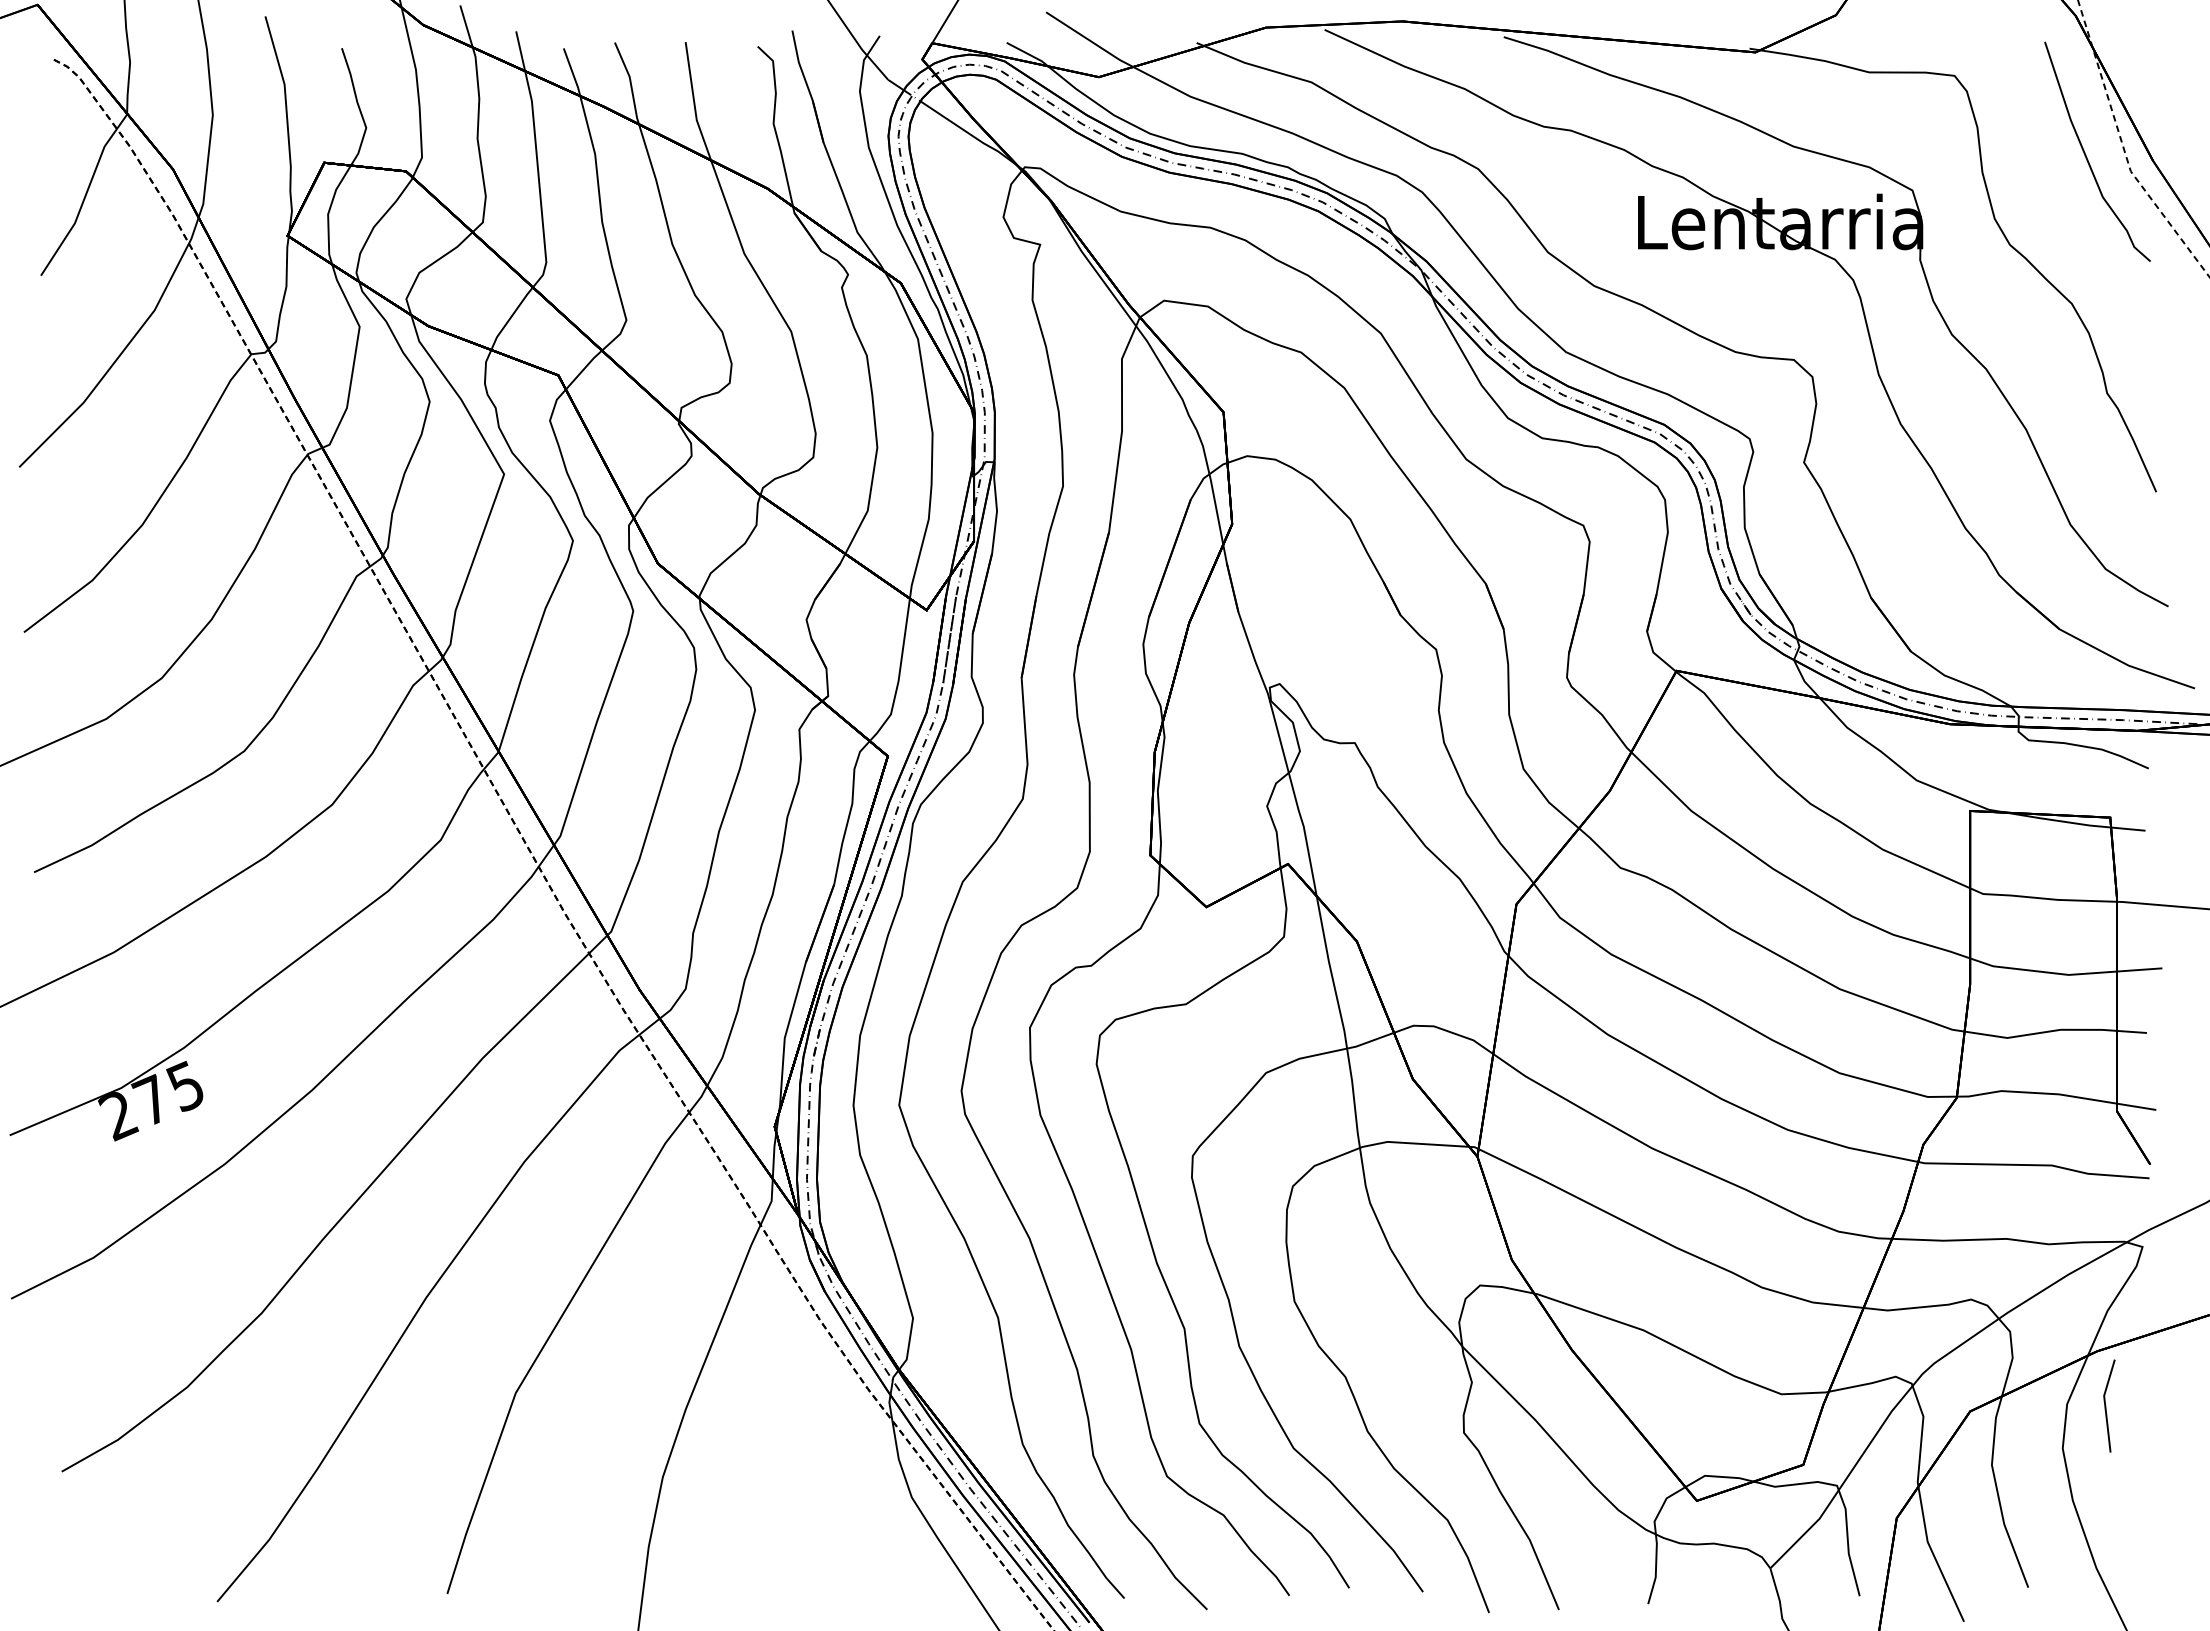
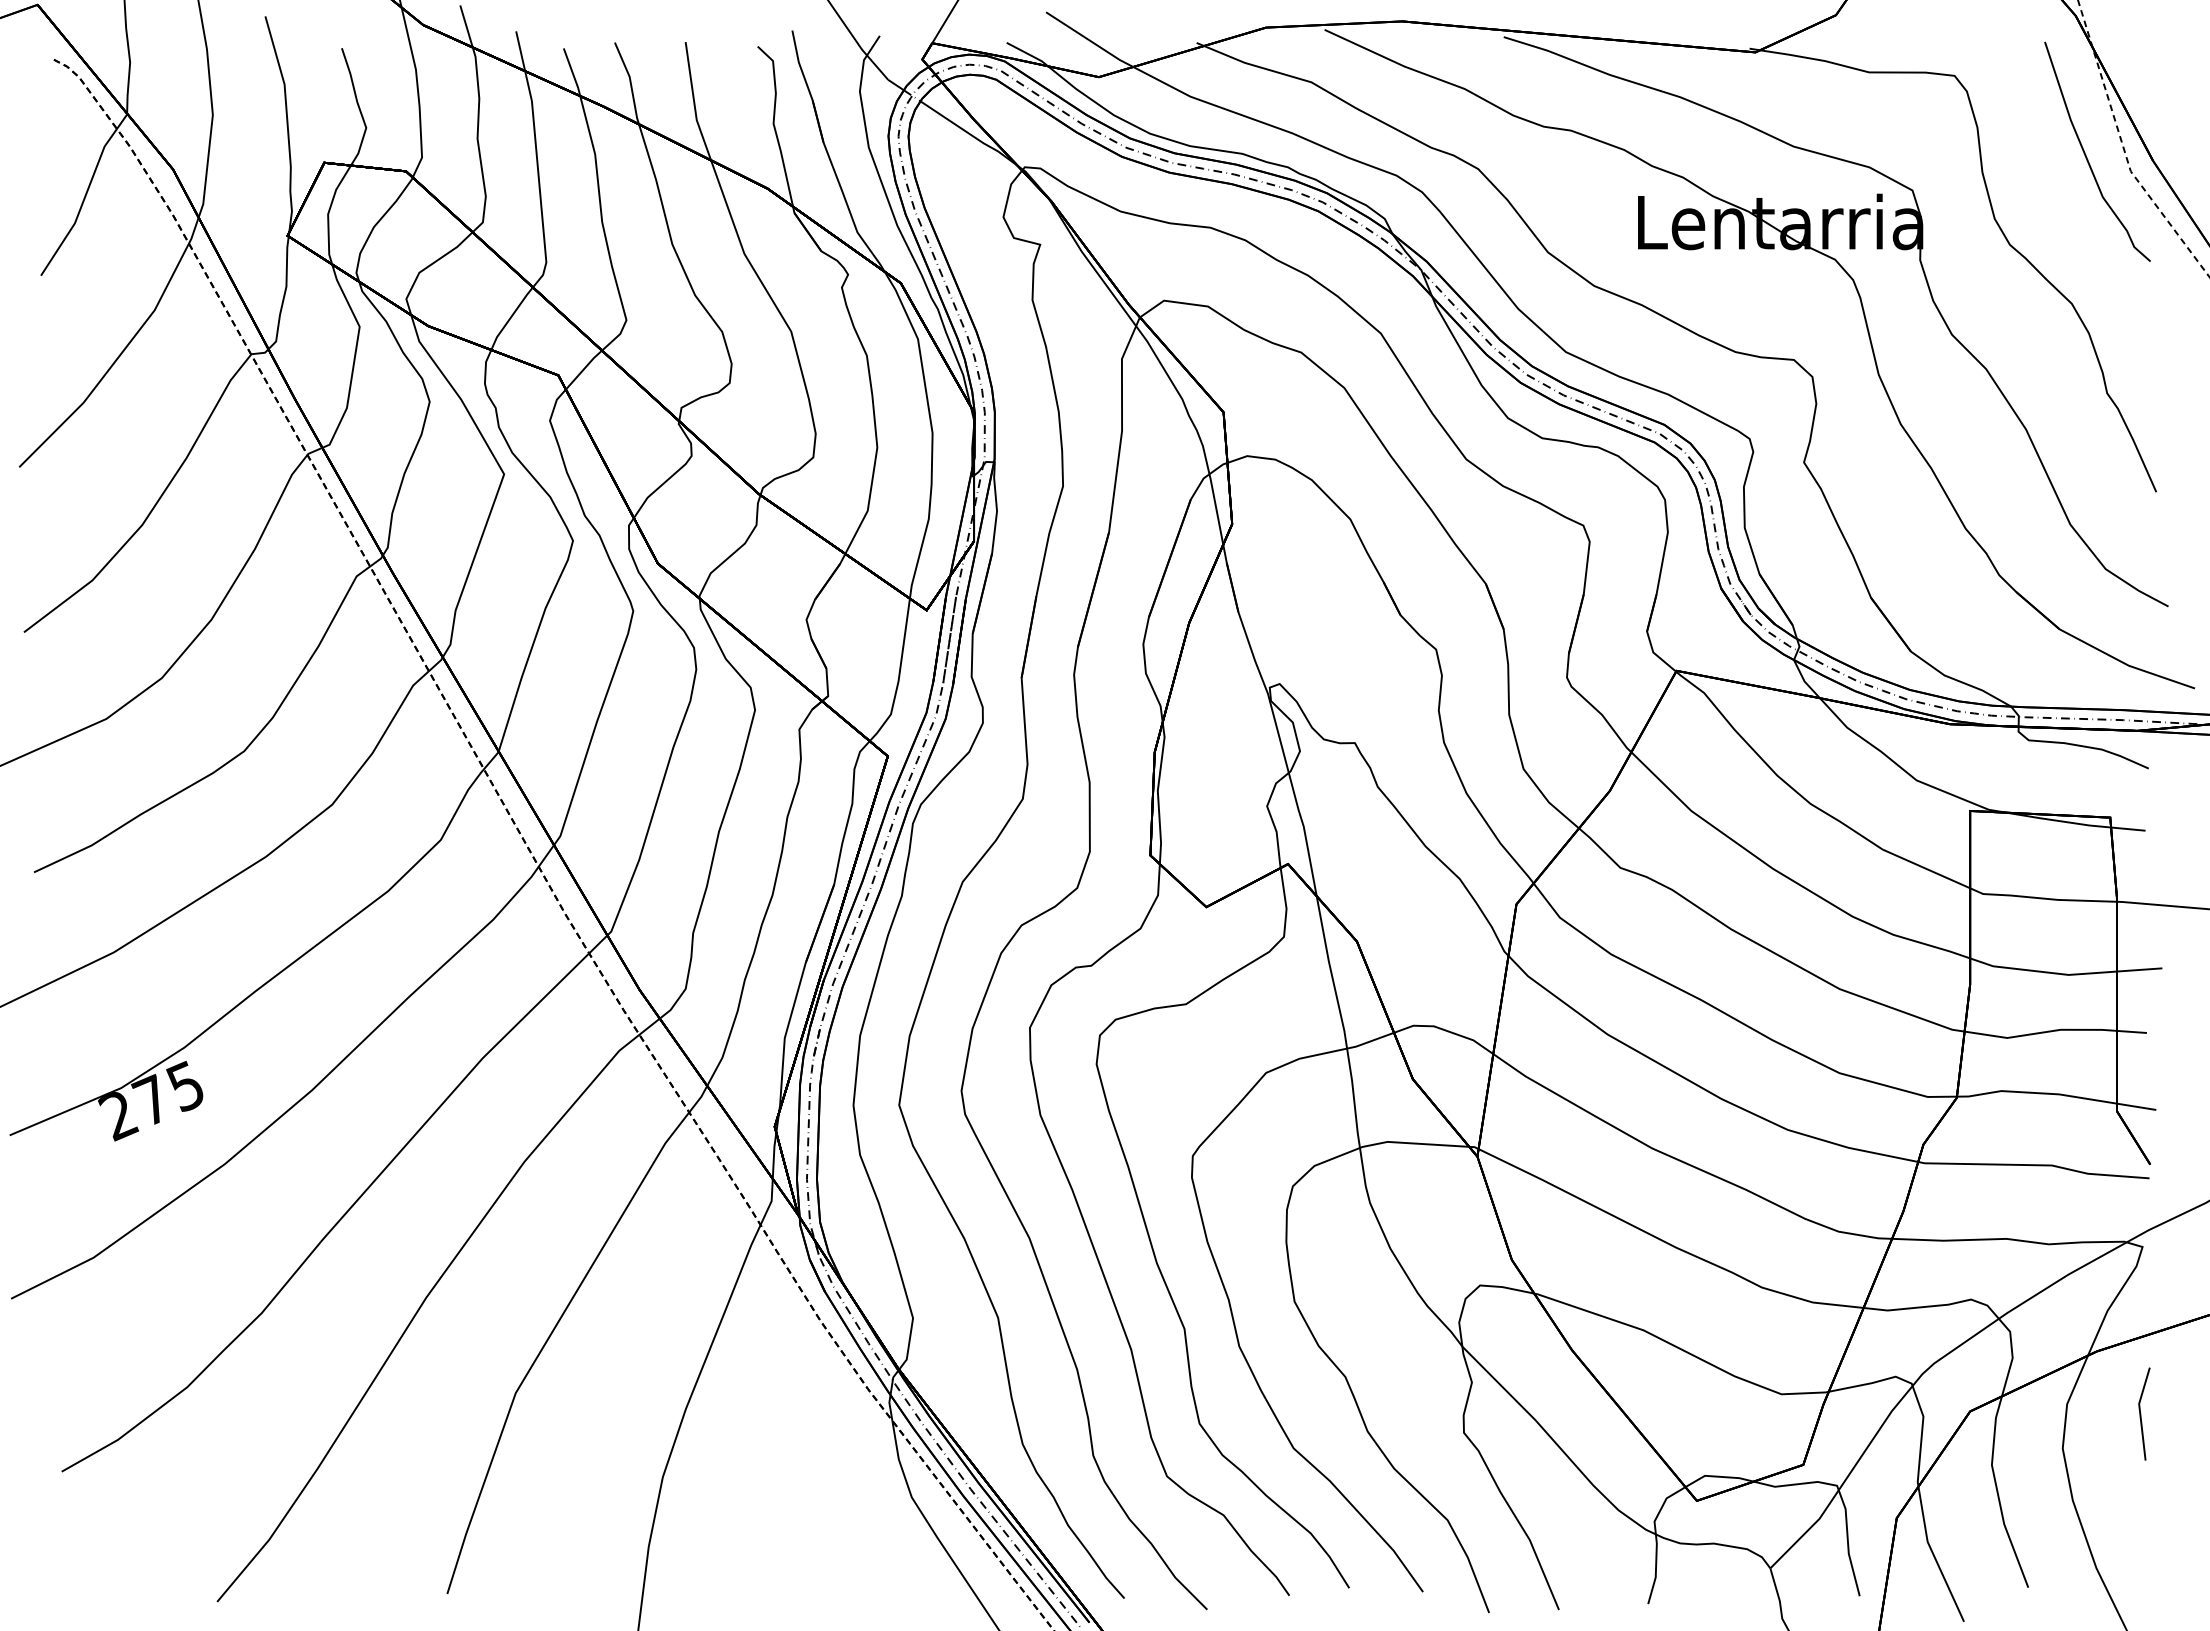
line at (2106, 1405) position: (2106, 1405) -> (2141, 1413)
